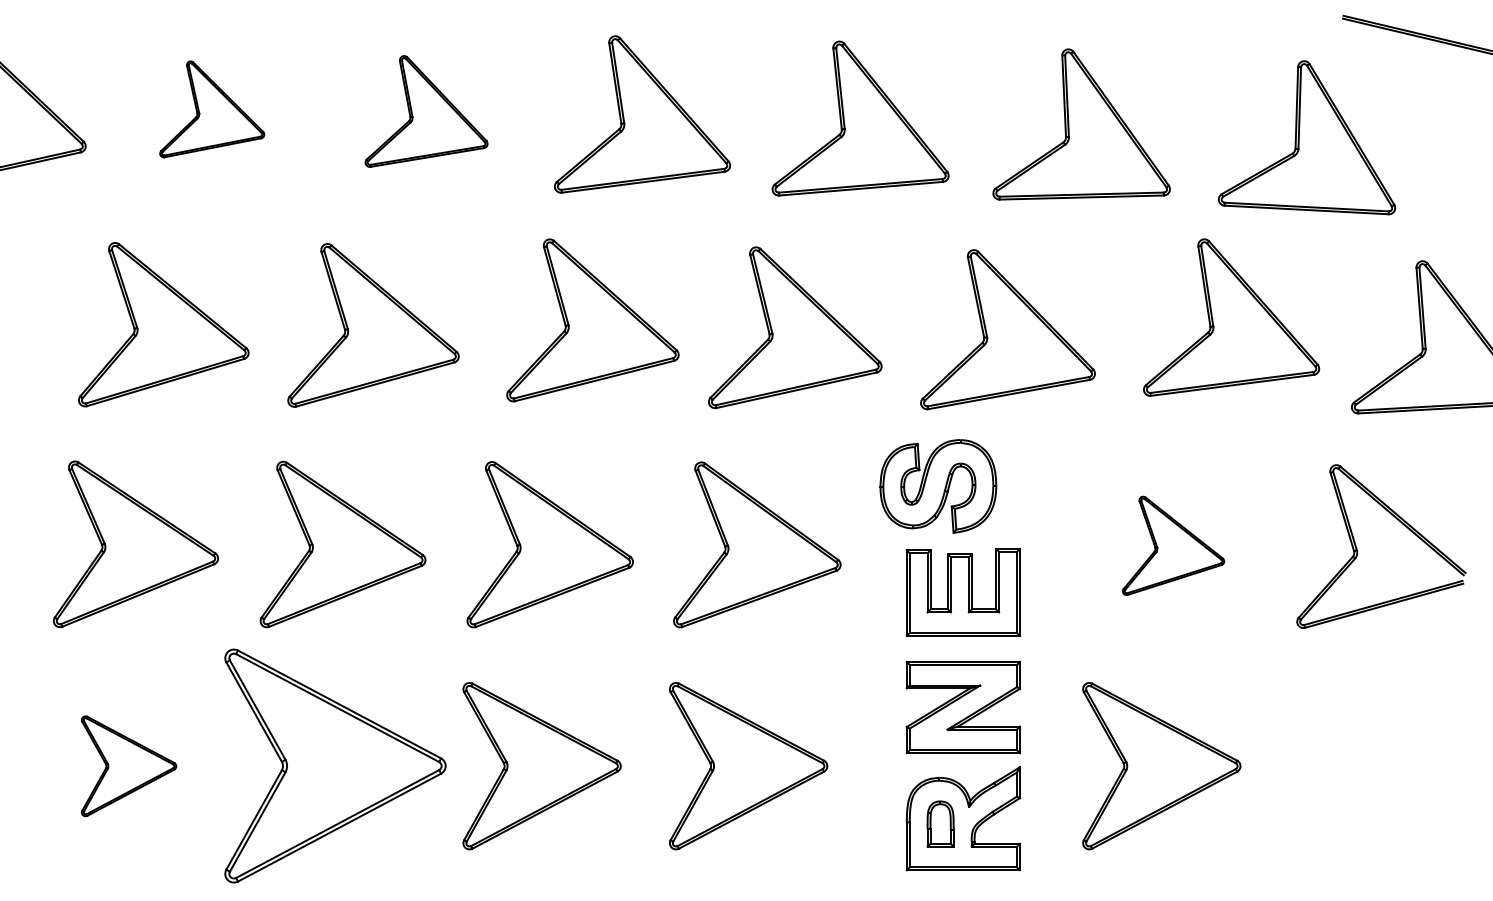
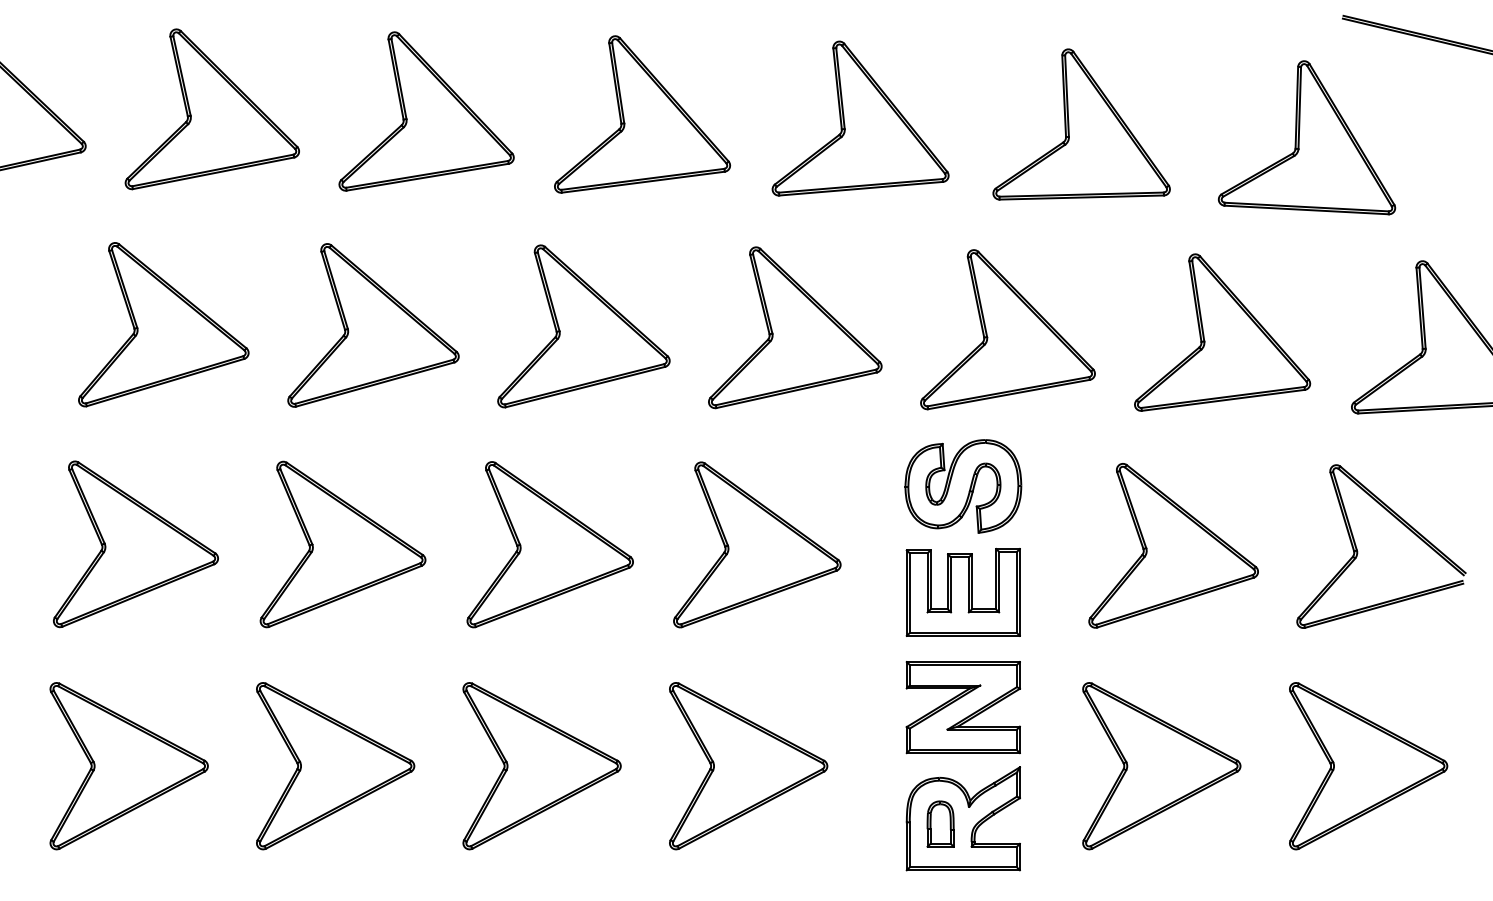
part at (212, 109) size: 107x99 px -> 176x163 px
part at (426, 111) size: 125x113 px -> 177x161 px
part at (1231, 317) position: (1231, 317) -> (1222, 332)
part at (592, 320) position: (592, 320) -> (583, 326)
part at (938, 486) position: (938, 486) -> (963, 486)
part at (1173, 545) size: 104x101 px -> 171x166 px
part at (335, 765) size: 223x236 px -> 160x169 px
part at (129, 766) size: 97x103 px -> 160x169 px
part at (1368, 766): none -> present
